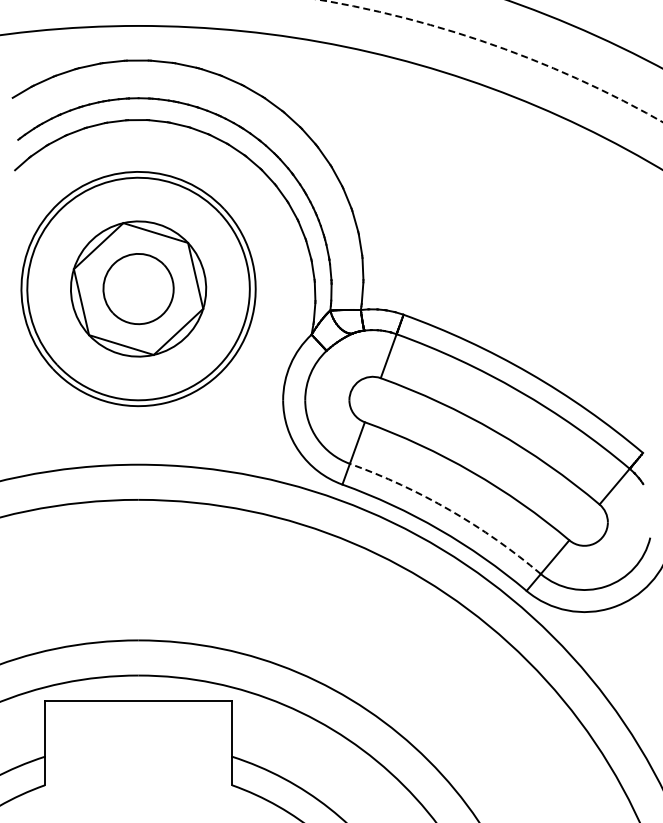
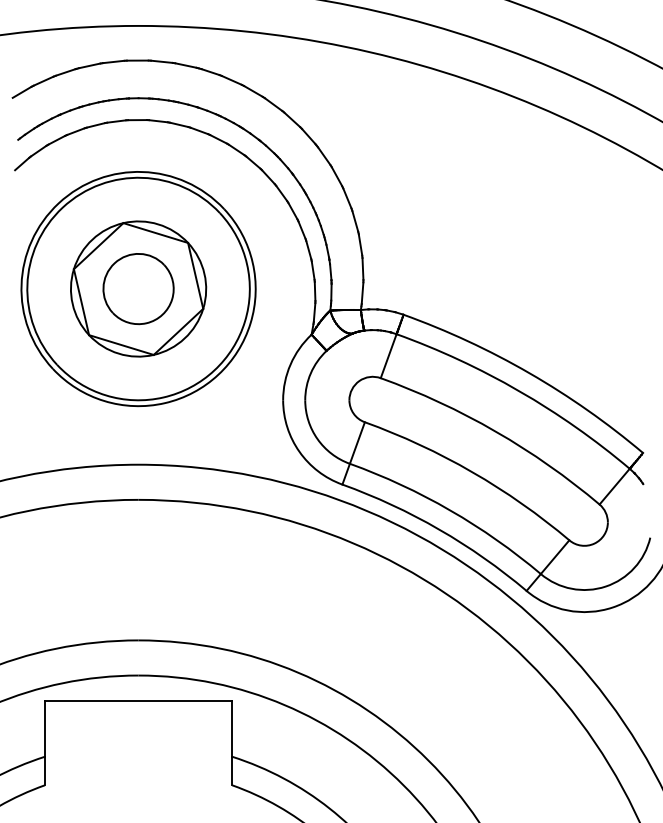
arc at (495, 45): dashed -> solid
arc at (450, 510): dashed -> solid
